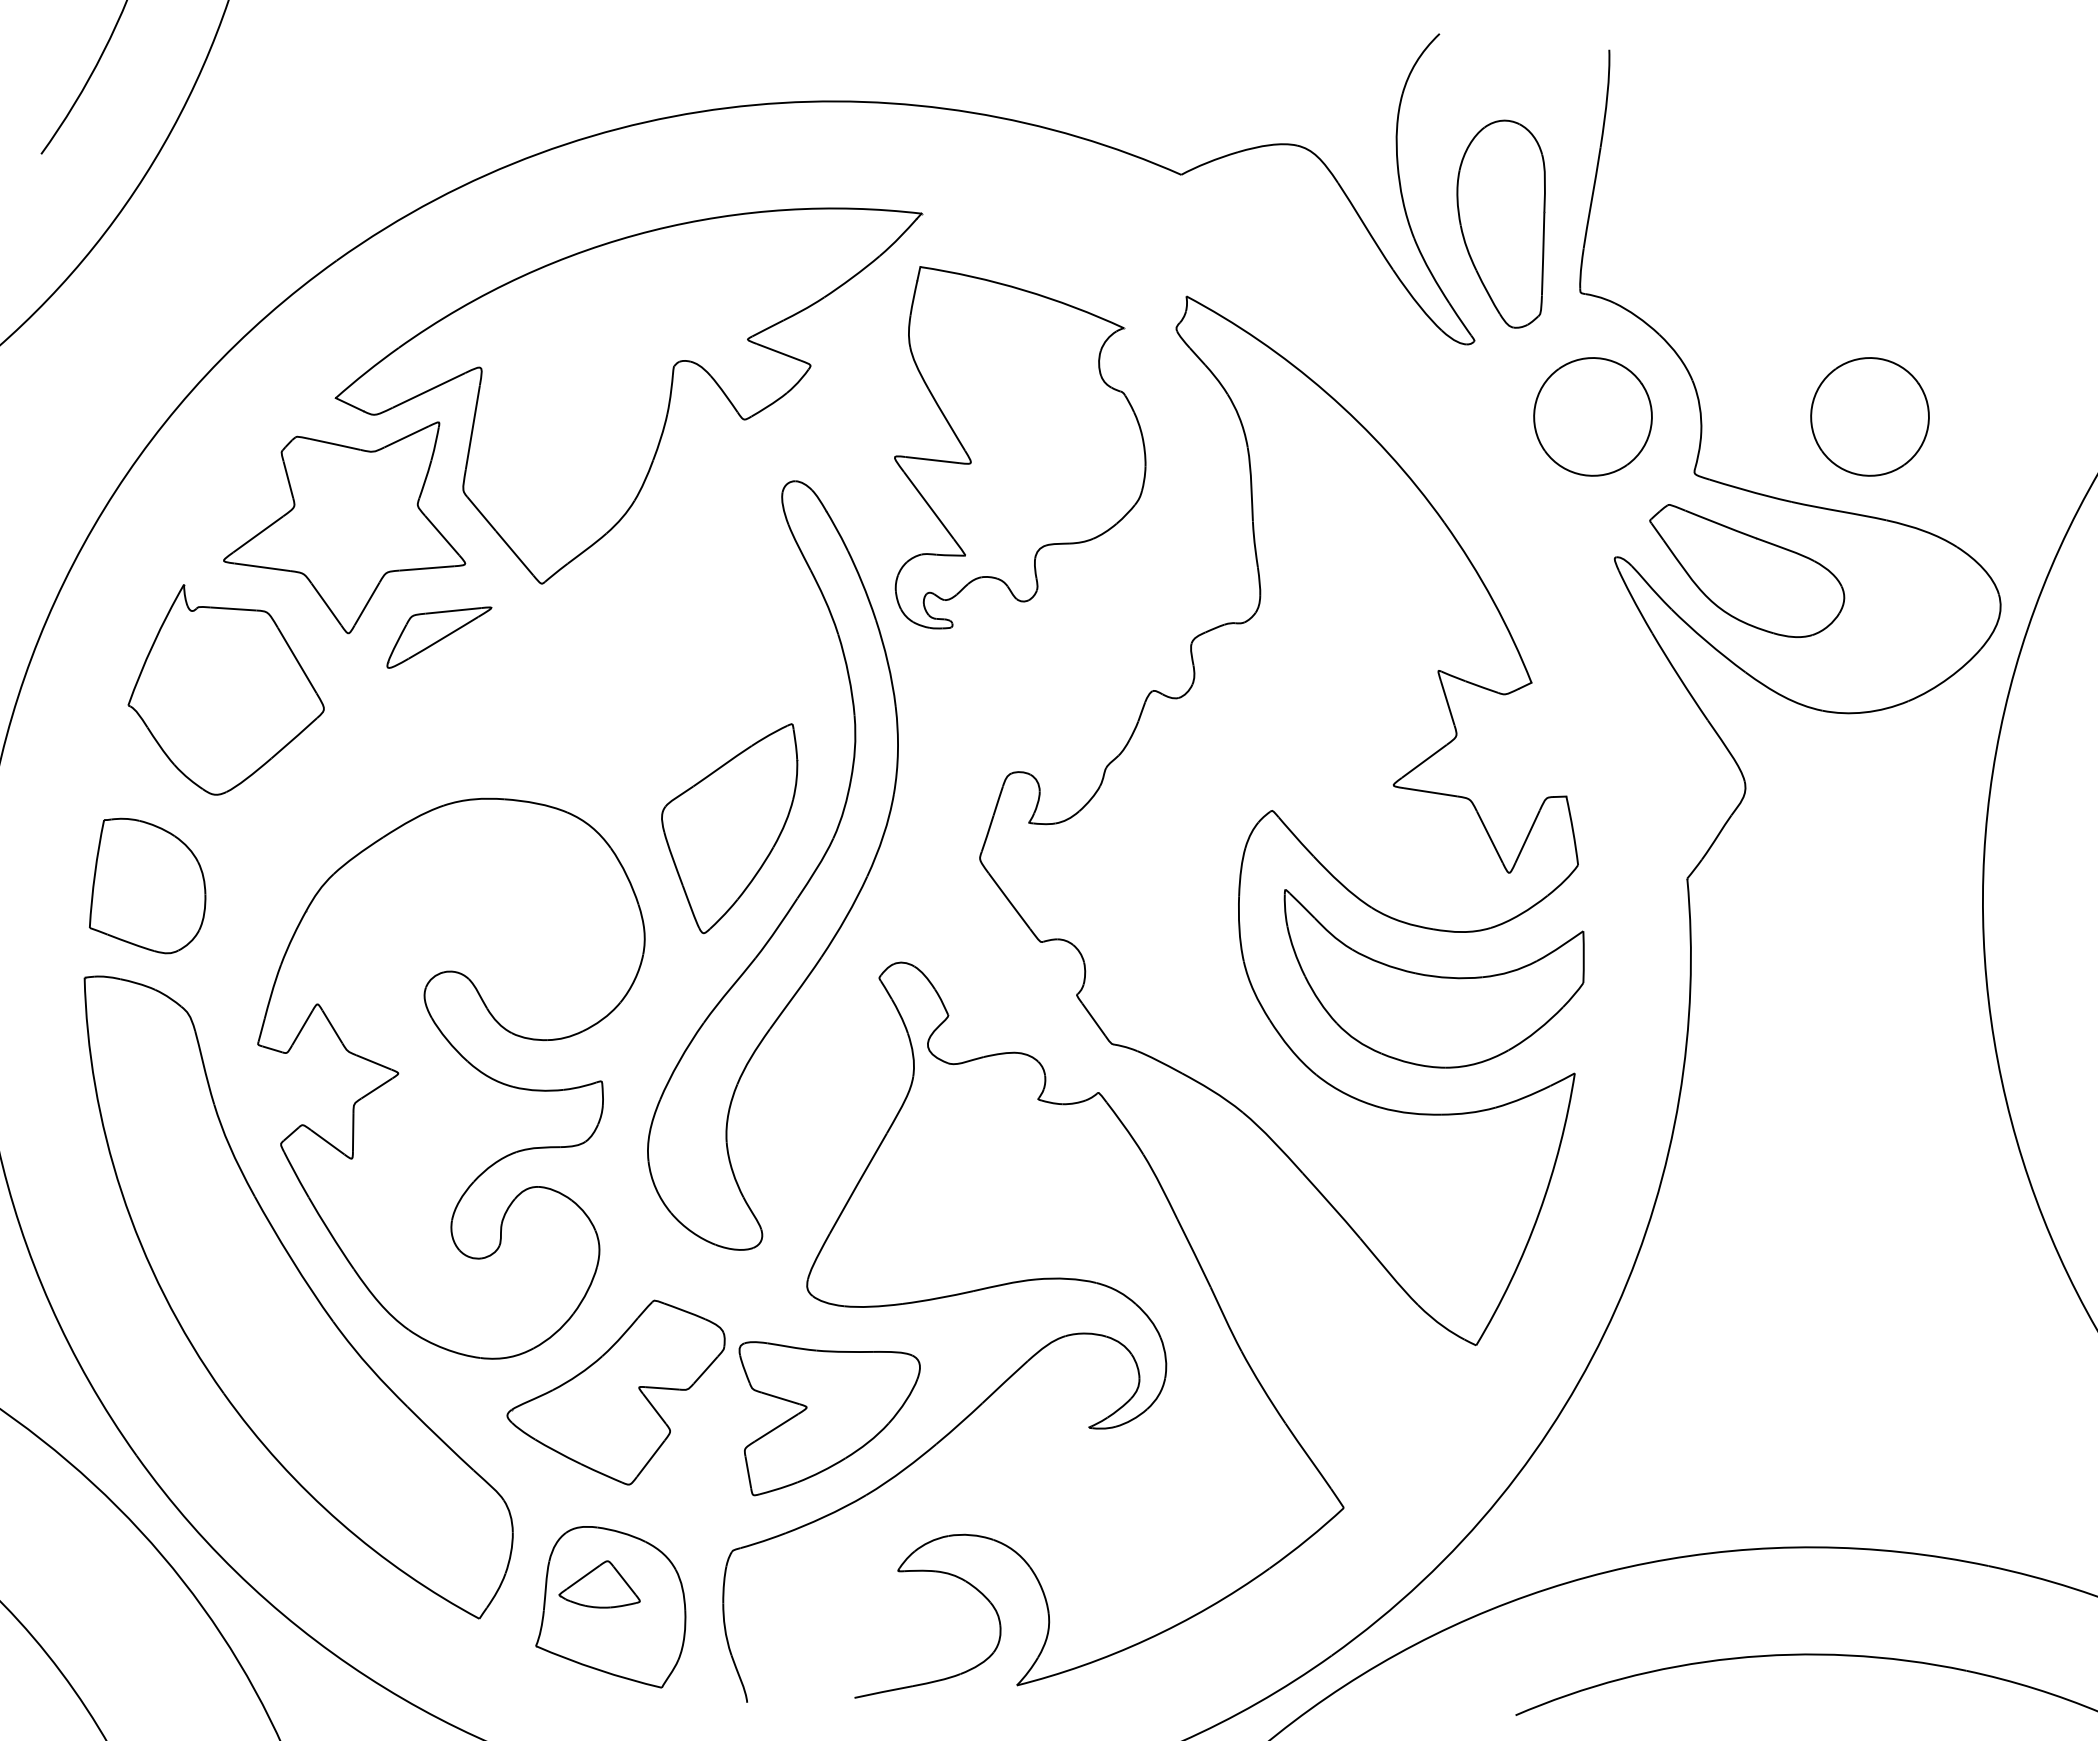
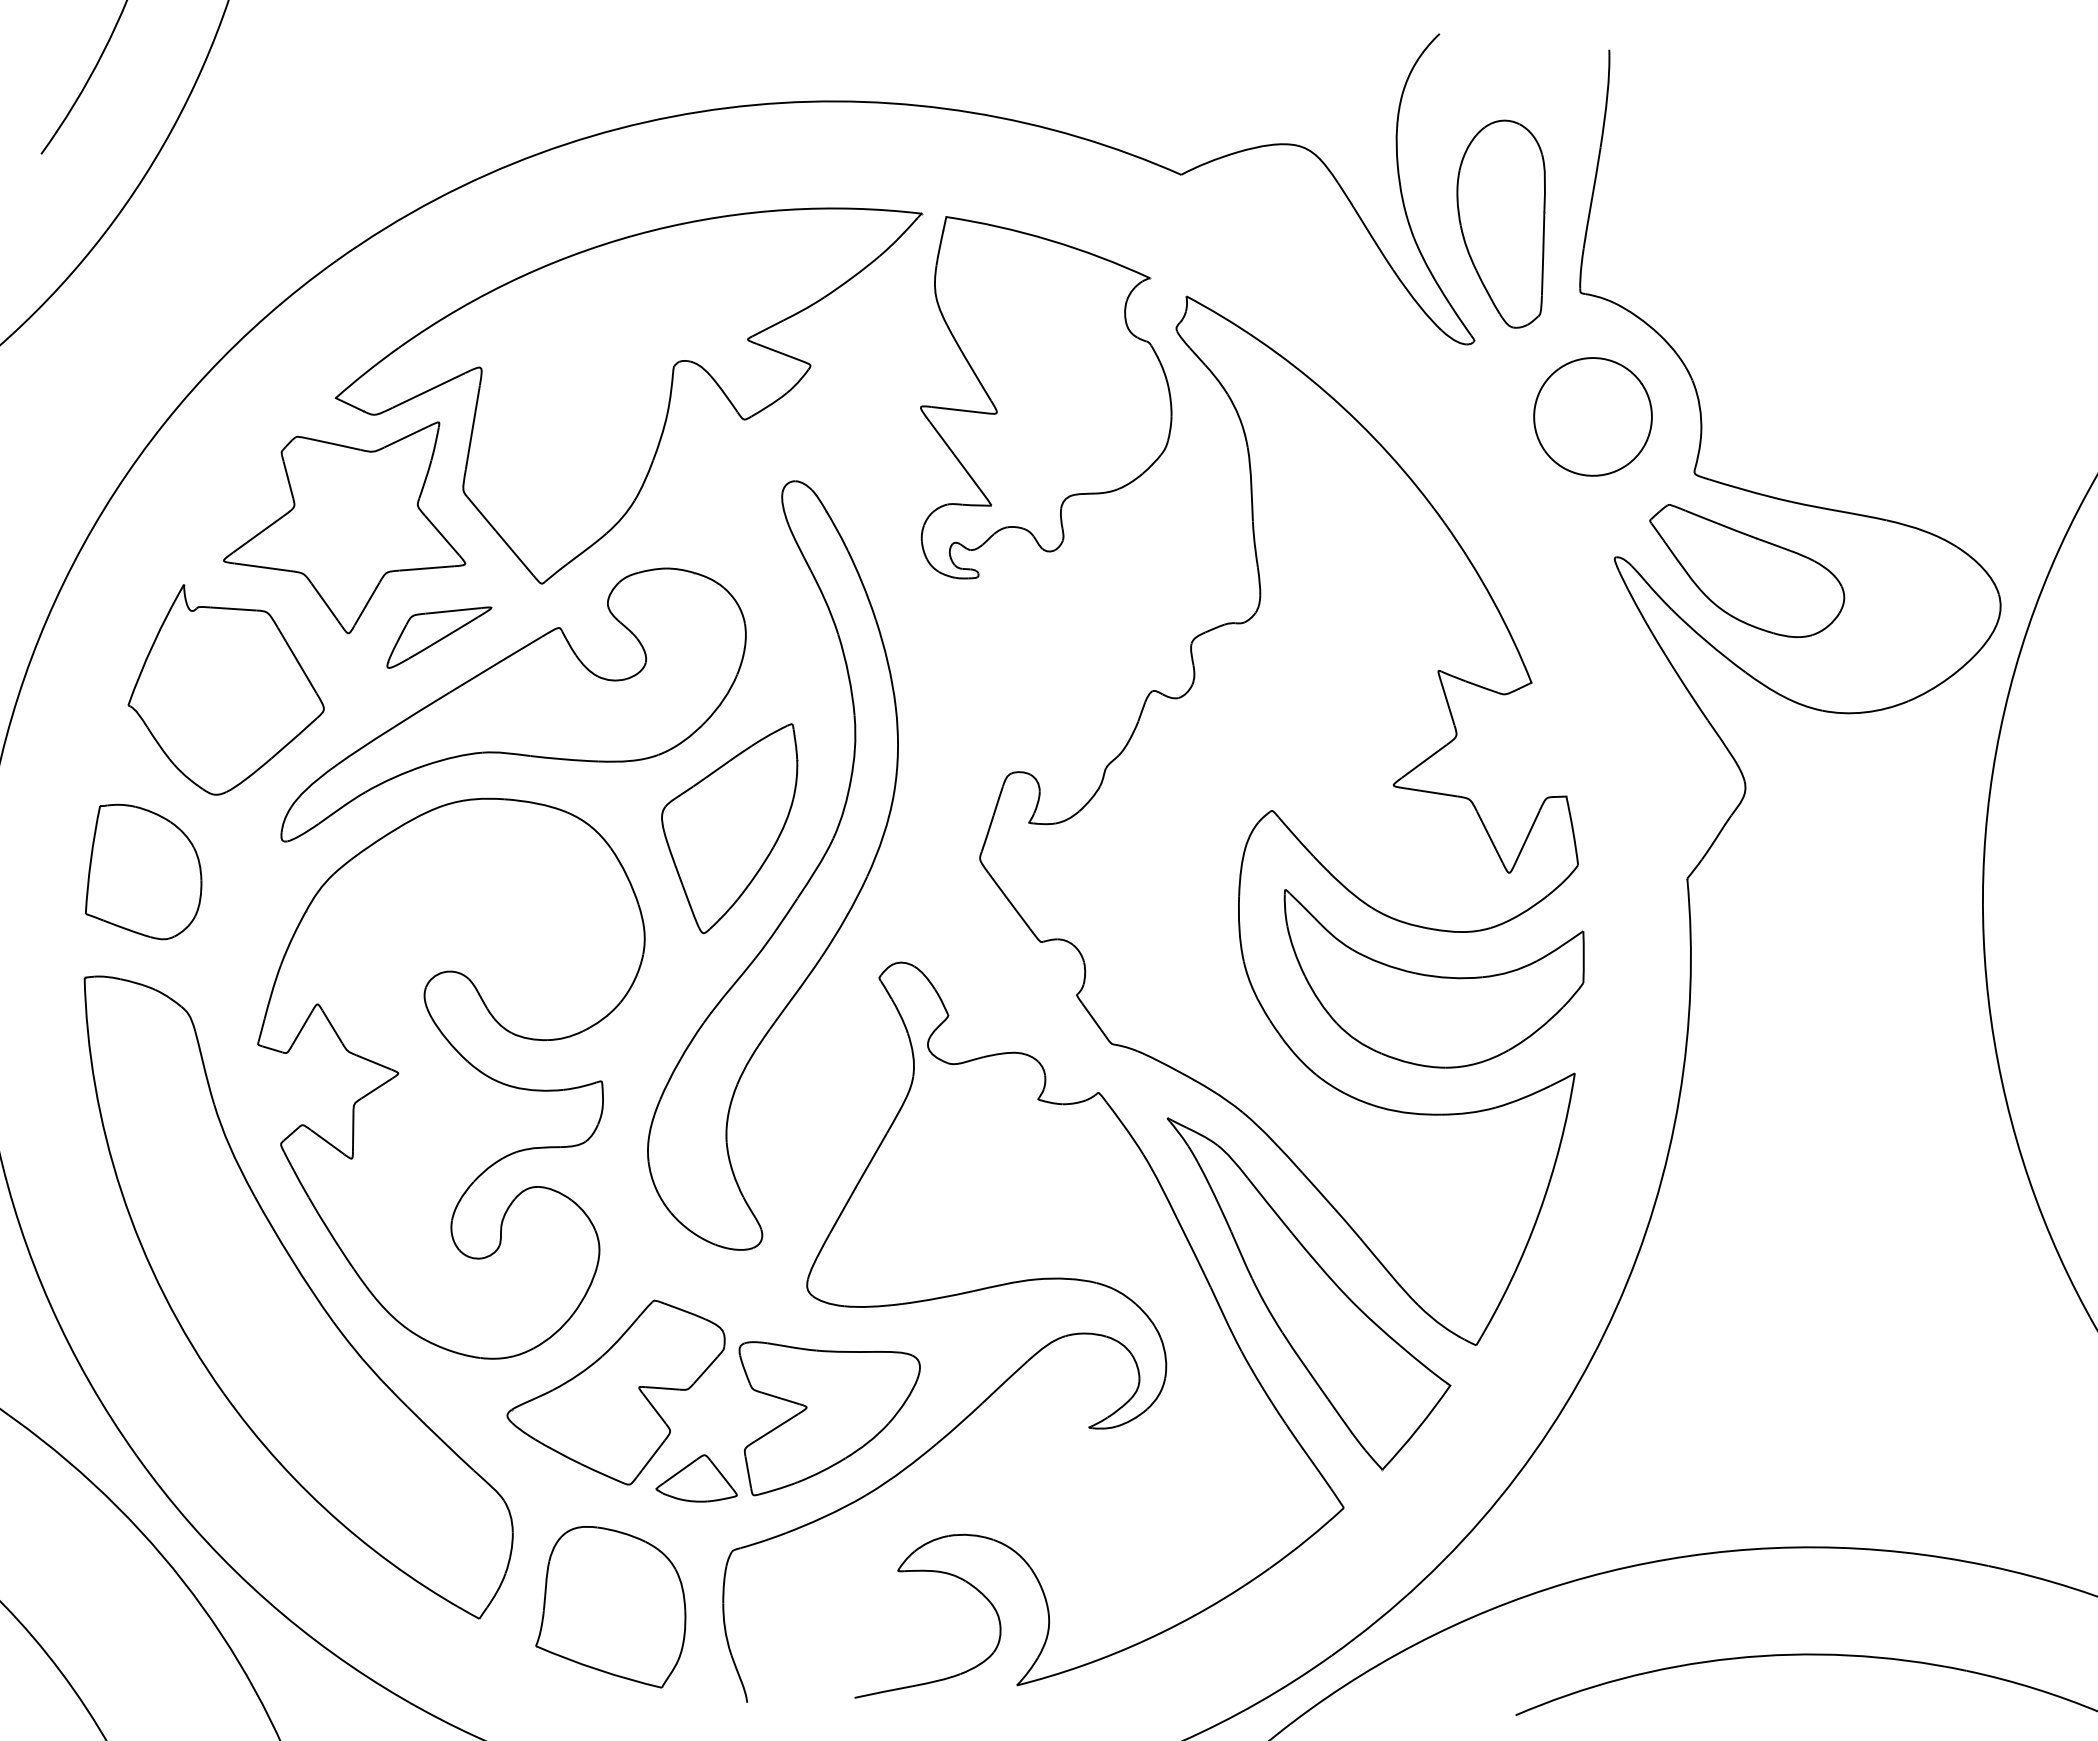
part at (1869, 416): present -> none
part at (1020, 447) position: (1020, 447) -> (1046, 397)
part at (513, 704): none -> present
part at (147, 885) position: (147, 885) -> (143, 871)
part at (1308, 1294): none -> present
part at (599, 1584) position: (599, 1584) -> (696, 1478)
